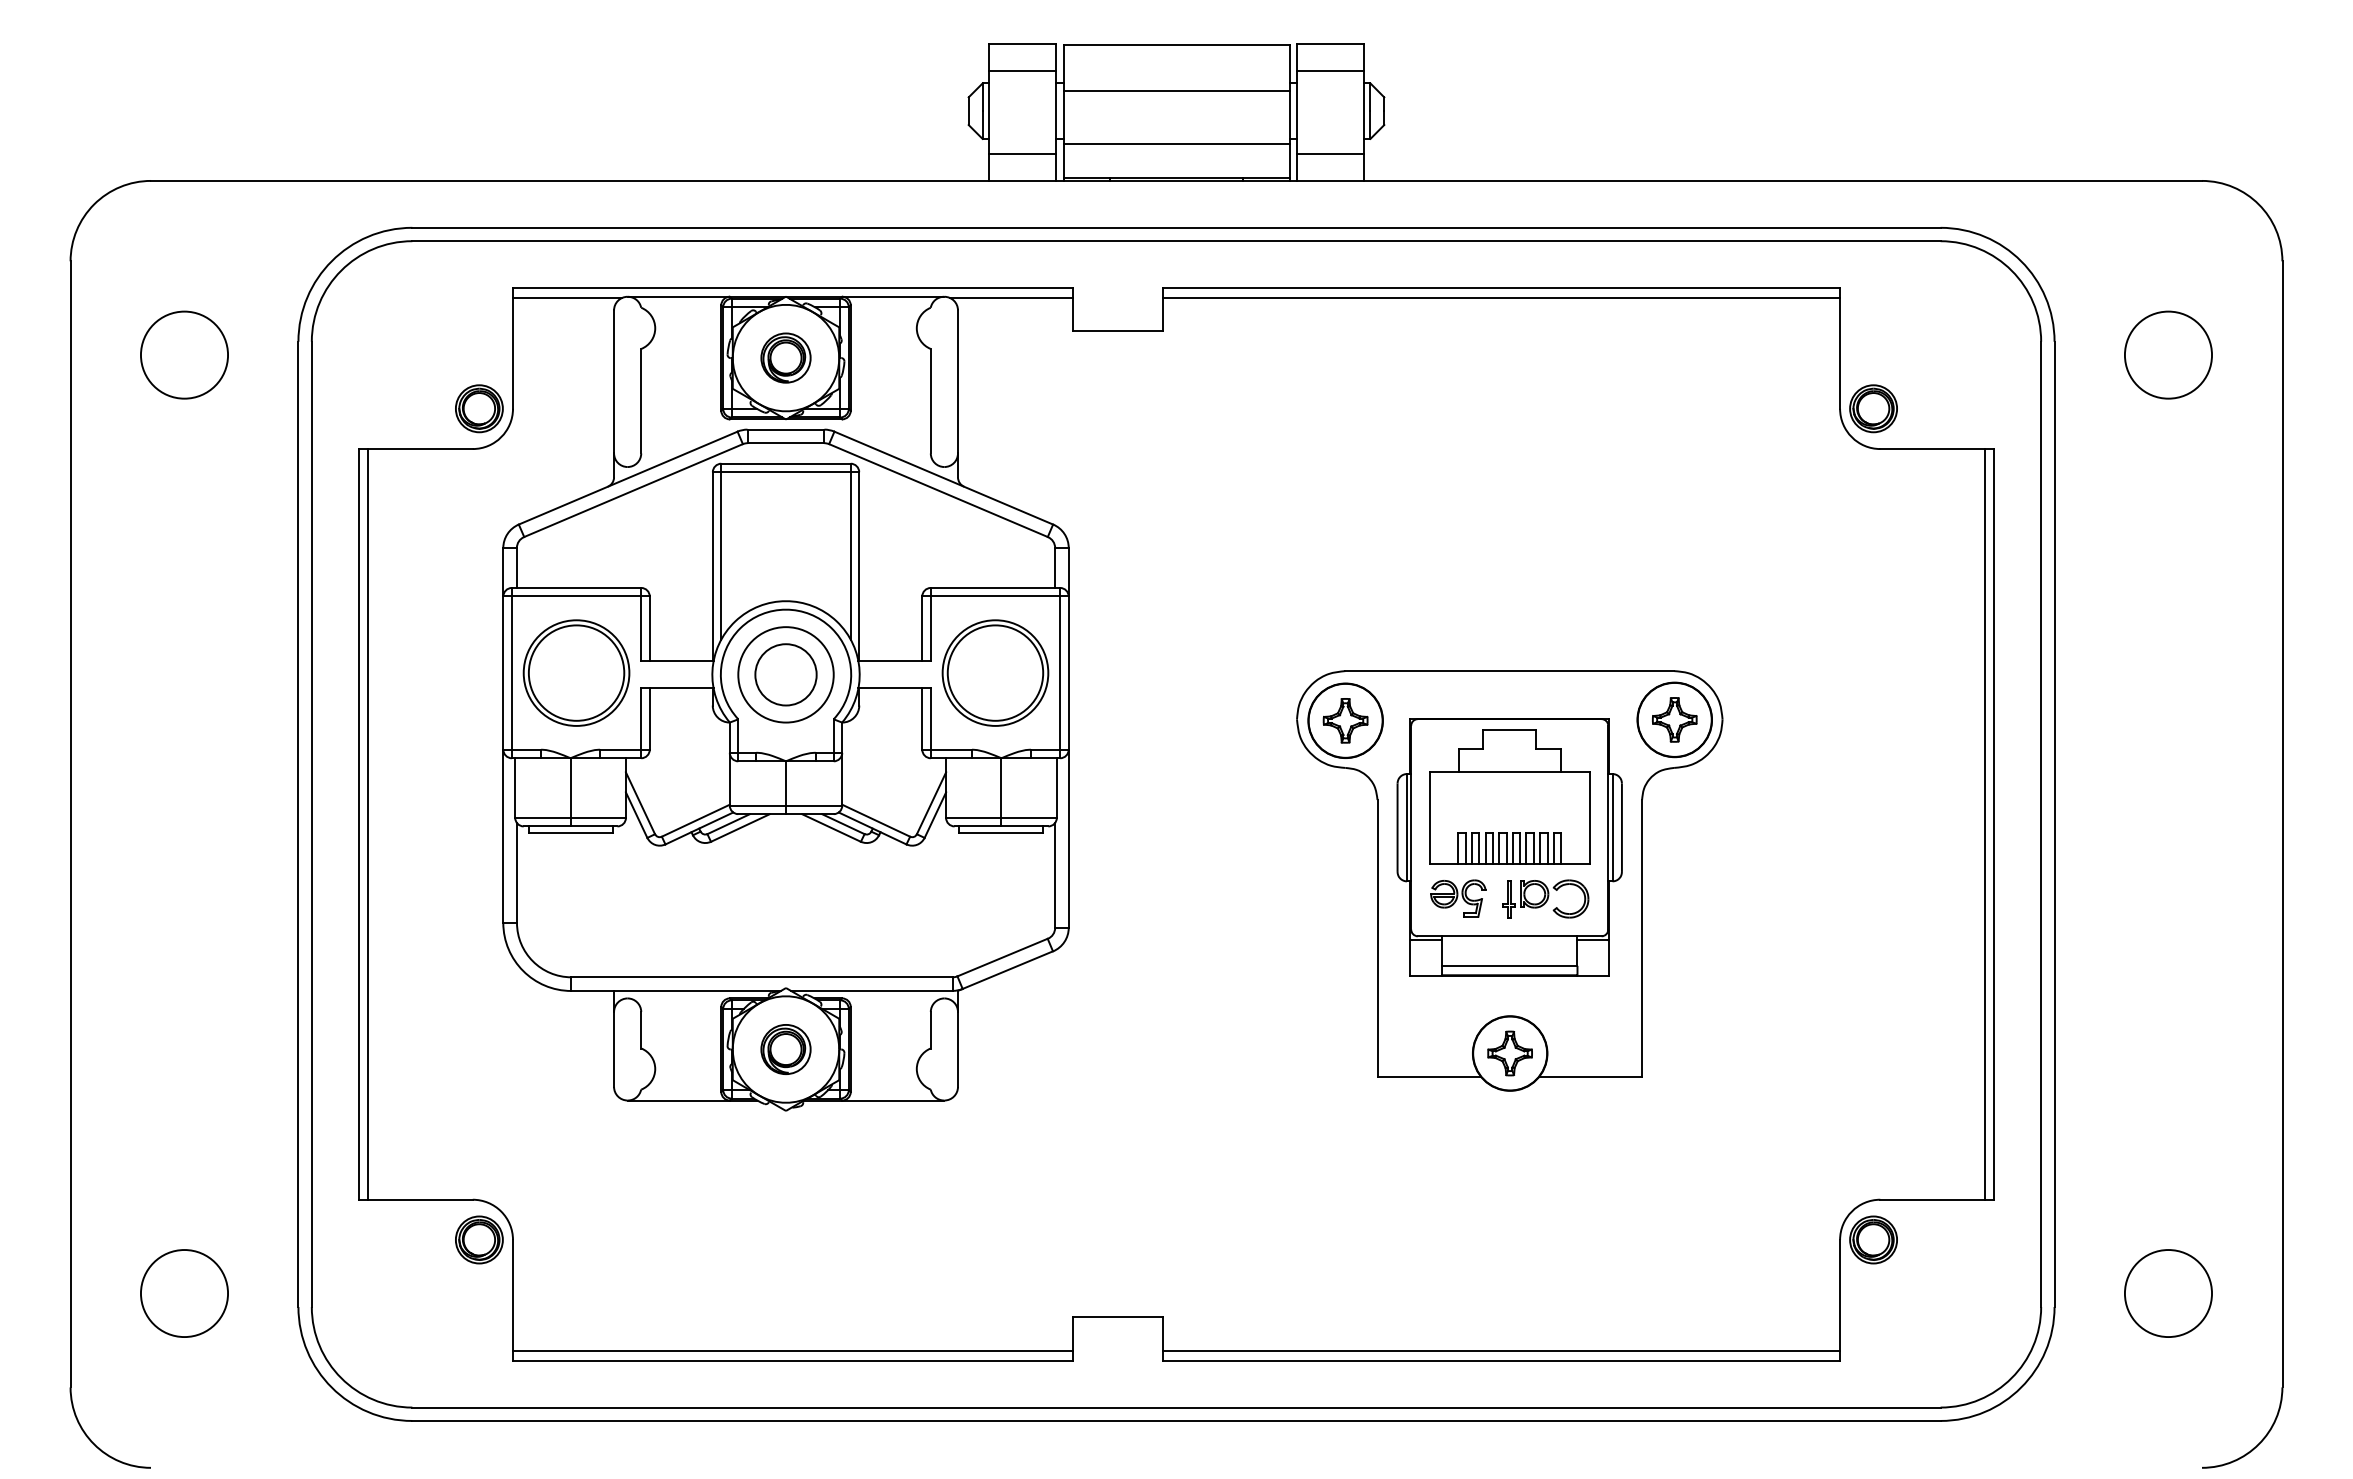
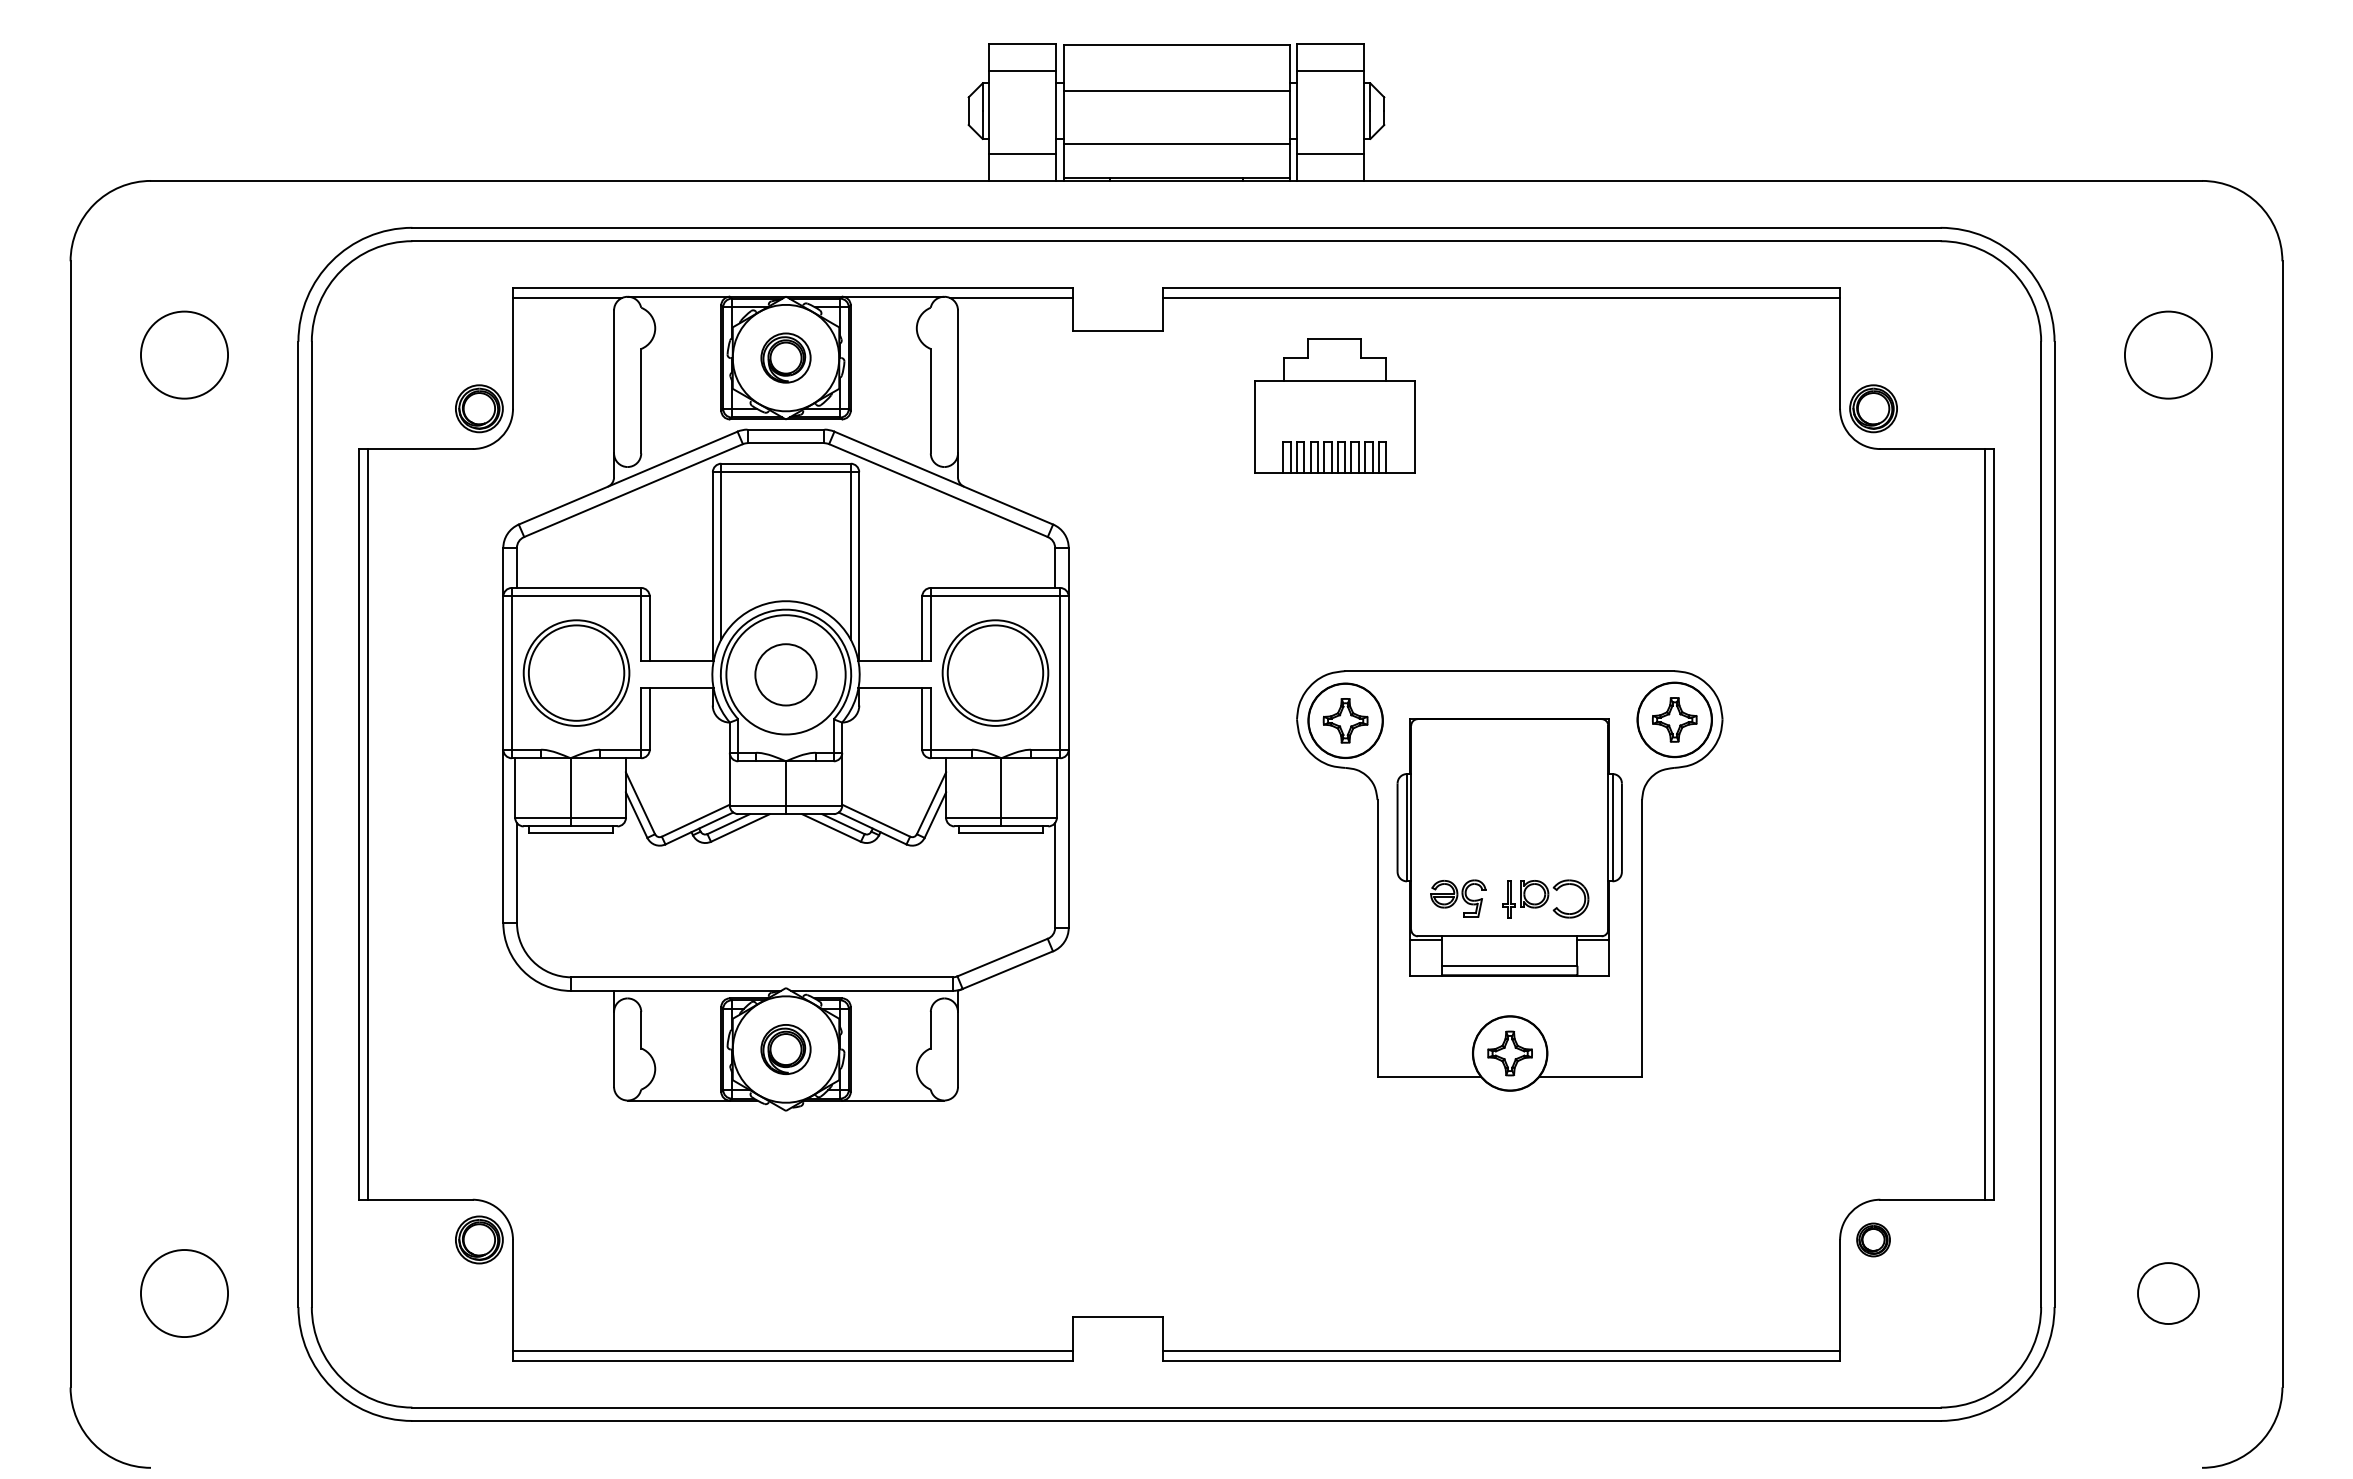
circle at (785, 674) diameter: 95 px -> 119 px
part at (1509, 796) position: (1509, 796) -> (1334, 405)
part at (1873, 1239) size: 49x50 px -> 35x36 px
circle at (2168, 1293) diameter: 87 px -> 61 px
